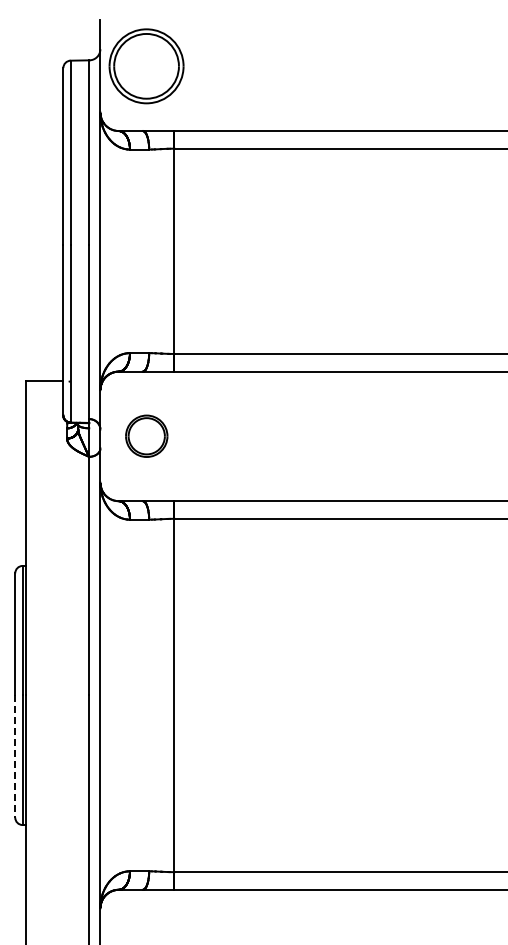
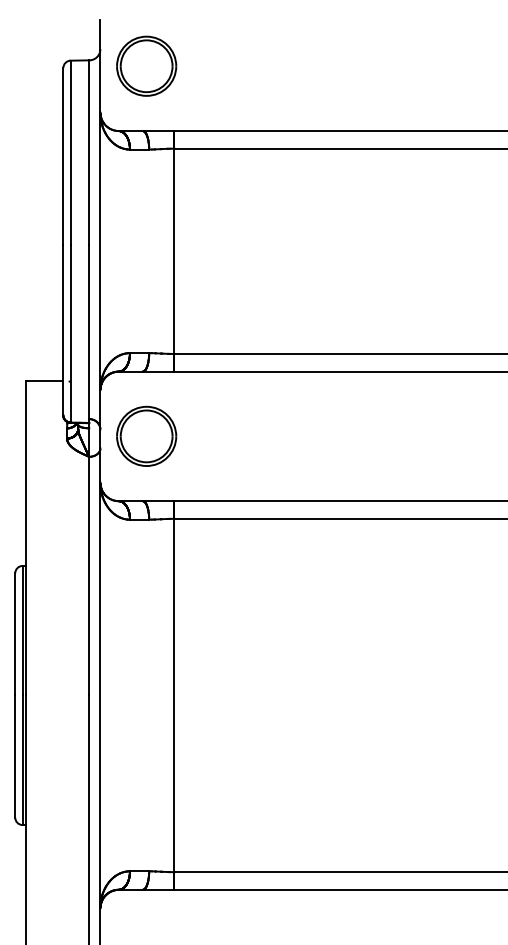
part at (146, 66) size: 77x77 px -> 62x62 px
part at (146, 435) size: 44x44 px -> 62x62 px
line at (15, 757): dashed -> solid
